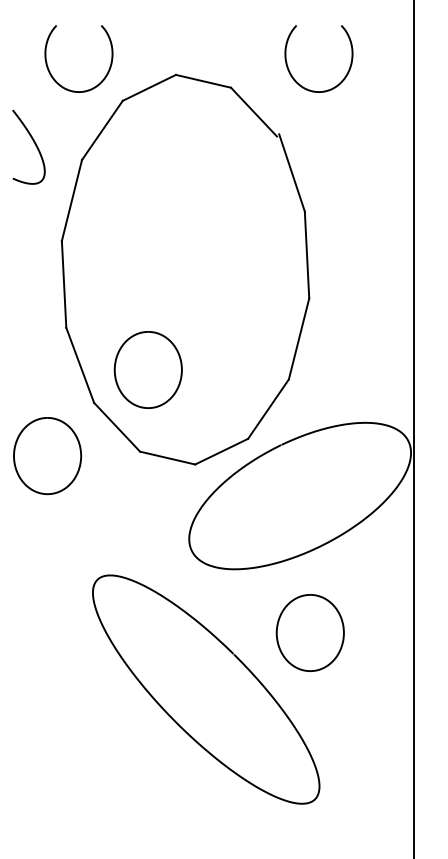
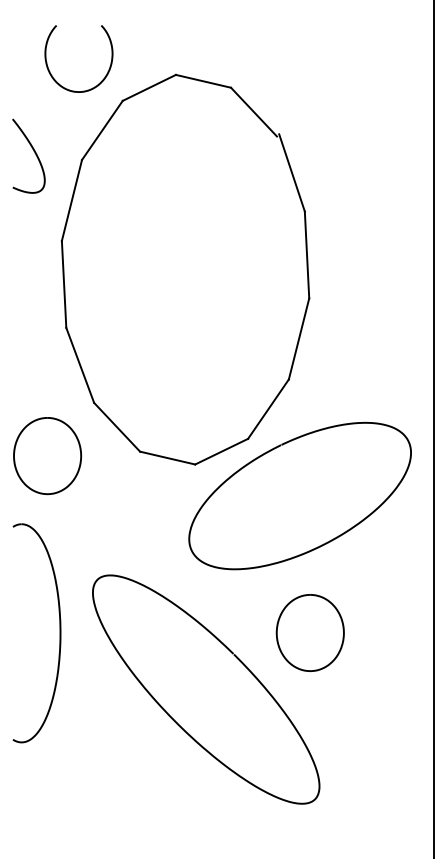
curve at (290, 71): present -> none
curve at (34, 144) position: (34, 144) -> (34, 153)
curve at (116, 363): present -> none
line at (414, 428) position: (414, 428) -> (434, 428)
part at (59, 633): none -> present
